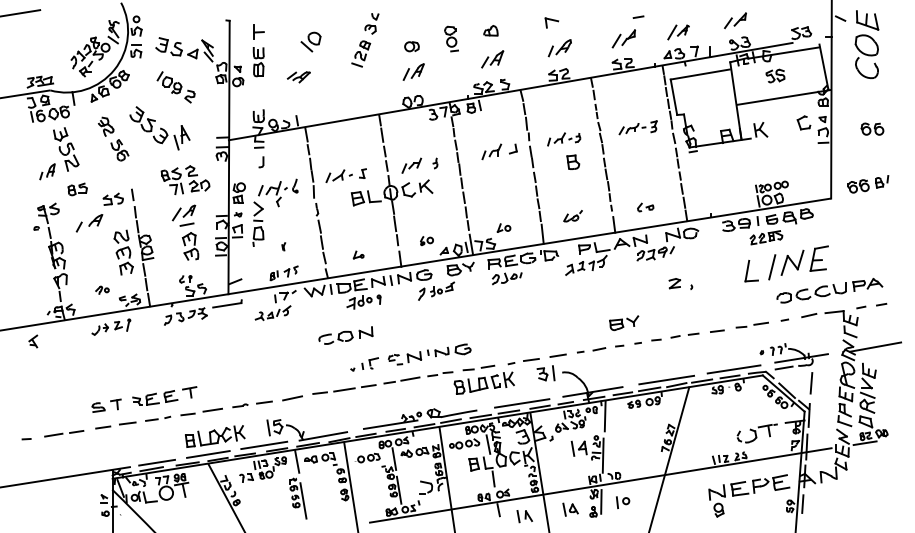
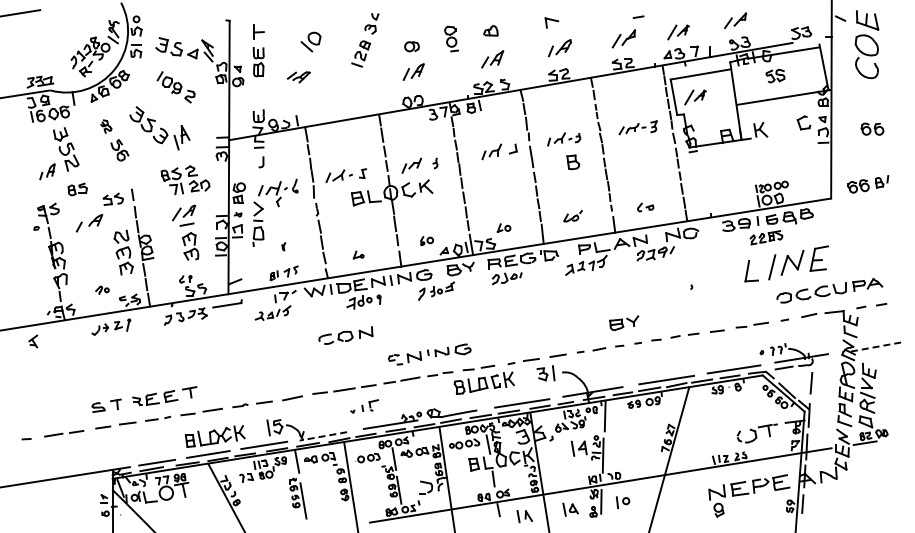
part at (695, 97): none -> present
part at (106, 126) size: 17x21 px -> 13x15 px
part at (674, 283): present -> none
line at (875, 347): solid -> dashed
part at (364, 364) position: (364, 364) -> (364, 406)
line at (322, 436): solid -> dashed
